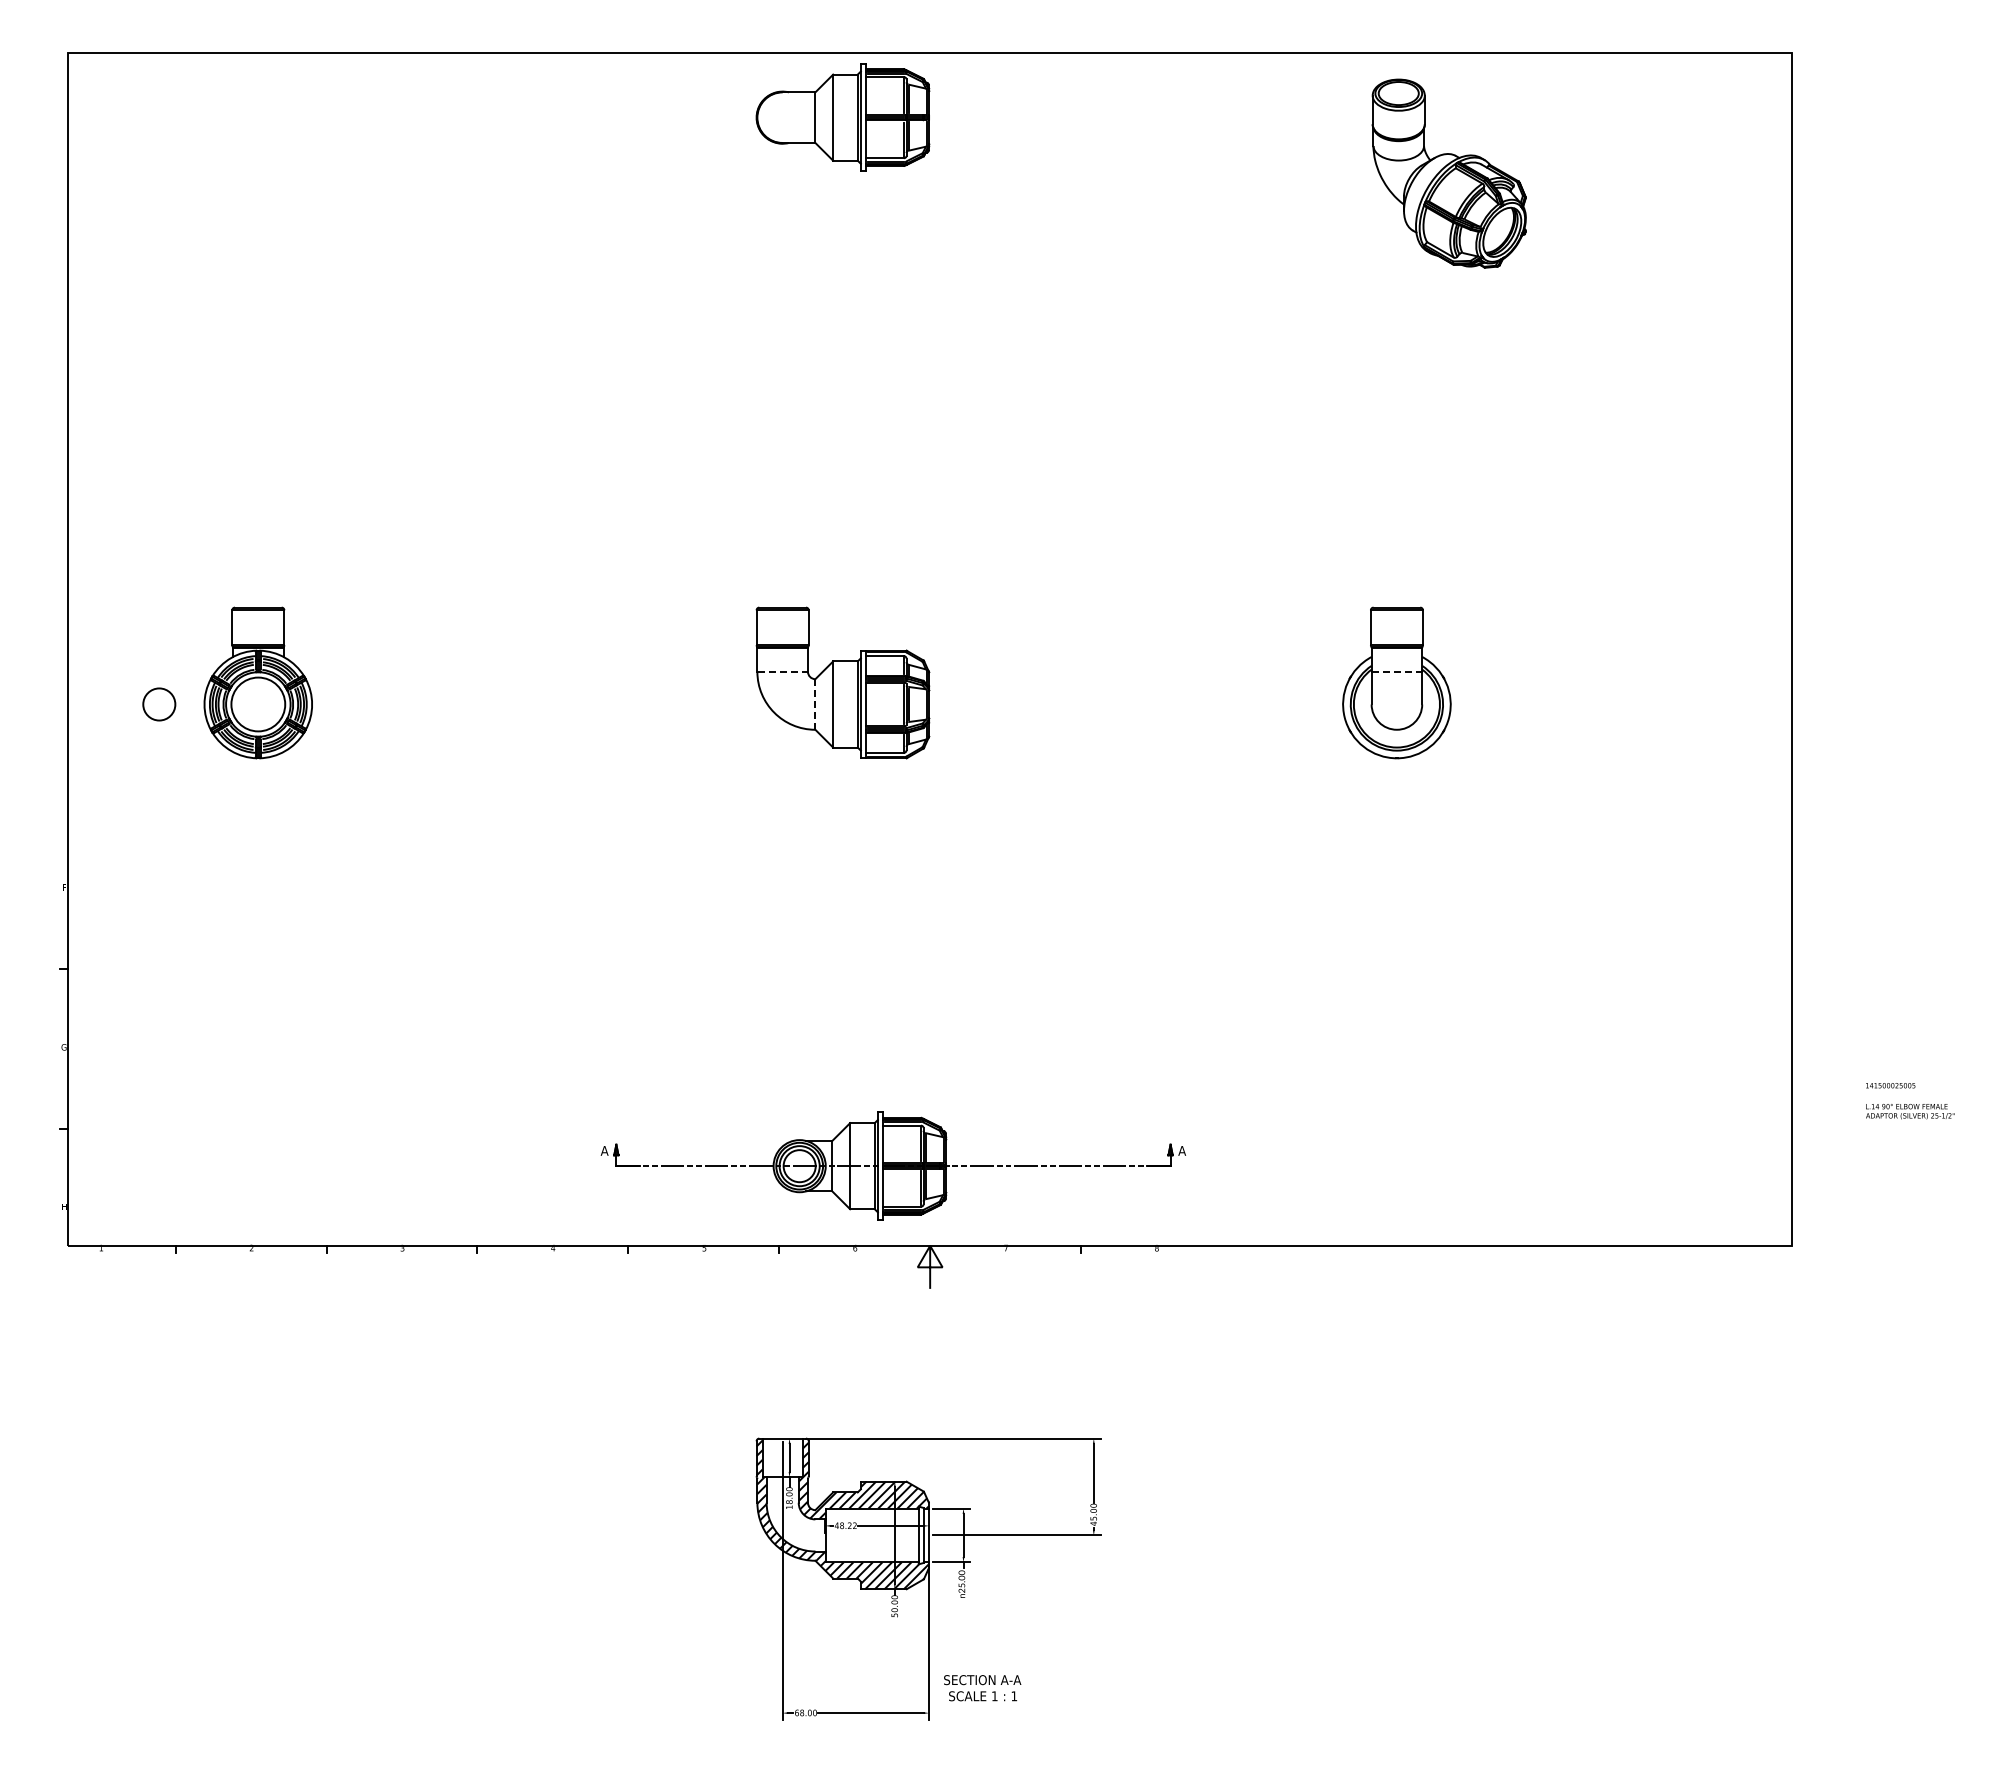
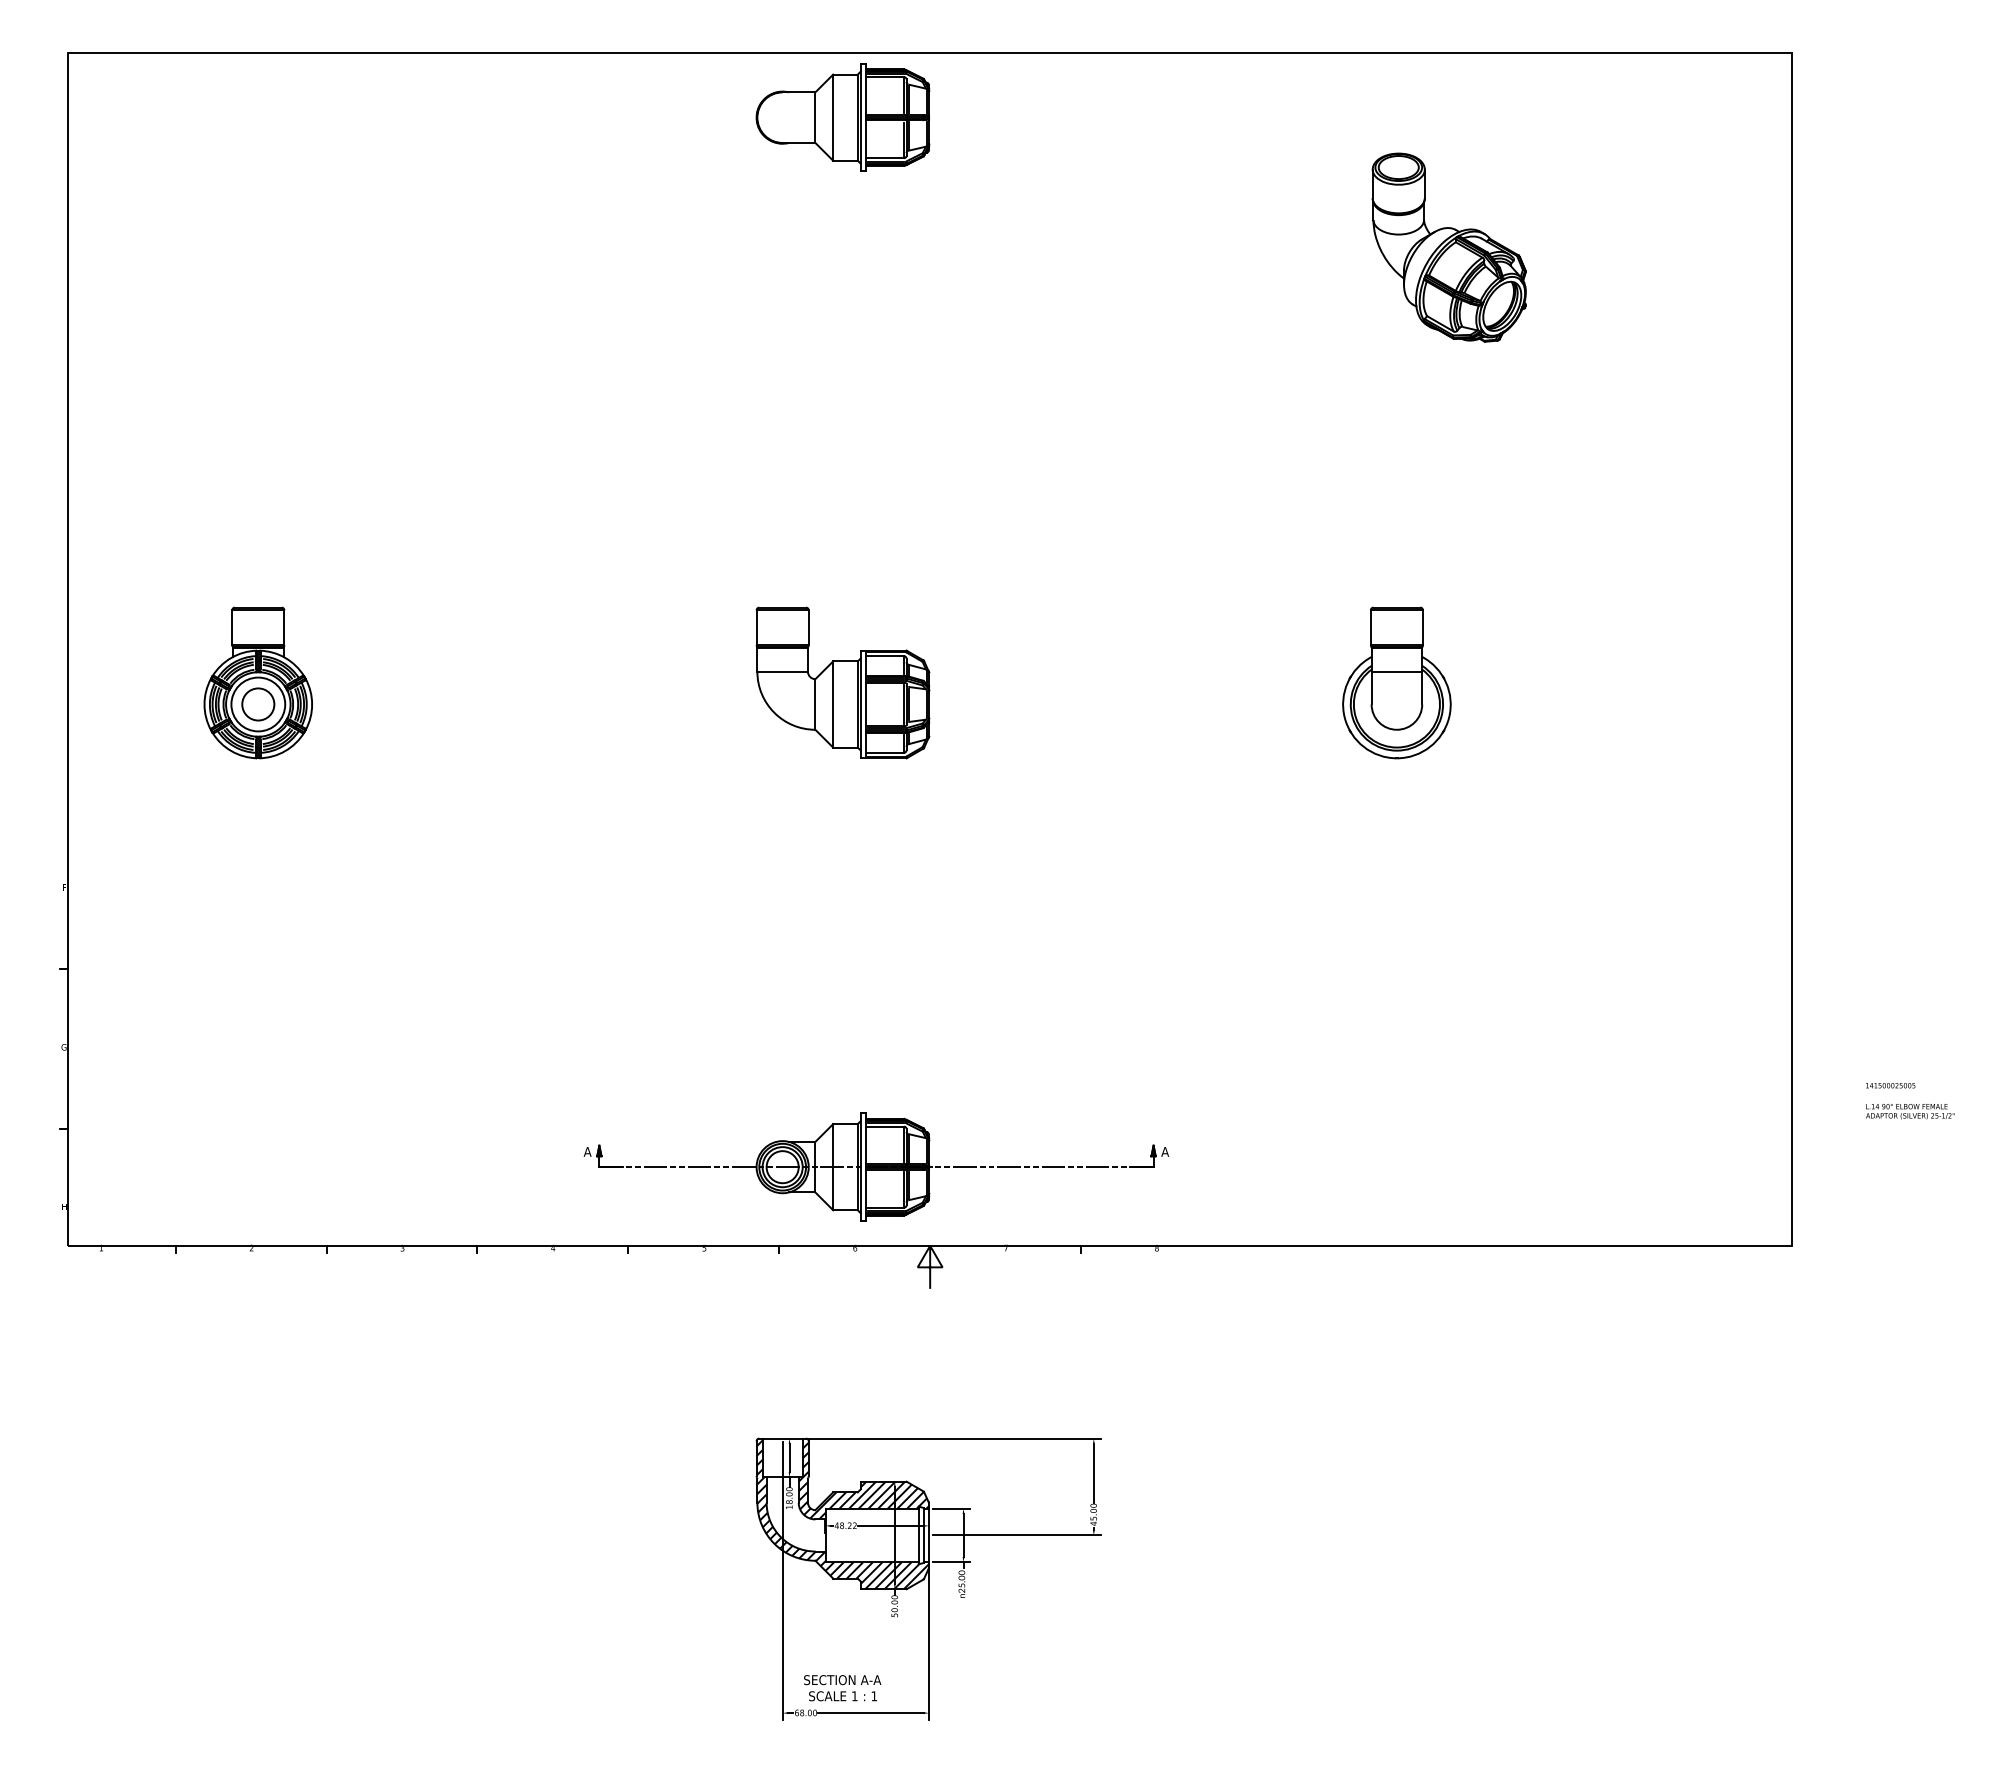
part at (1448, 173) position: (1448, 173) -> (1448, 247)
line at (782, 671): dashed -> solid
line at (1396, 671): dashed -> solid
circle at (159, 704) position: (159, 704) -> (258, 704)
line at (815, 704): dashed -> solid
part at (892, 1165) position: (892, 1165) -> (875, 1166)
text at (982, 1688) position: (982, 1688) -> (842, 1688)
